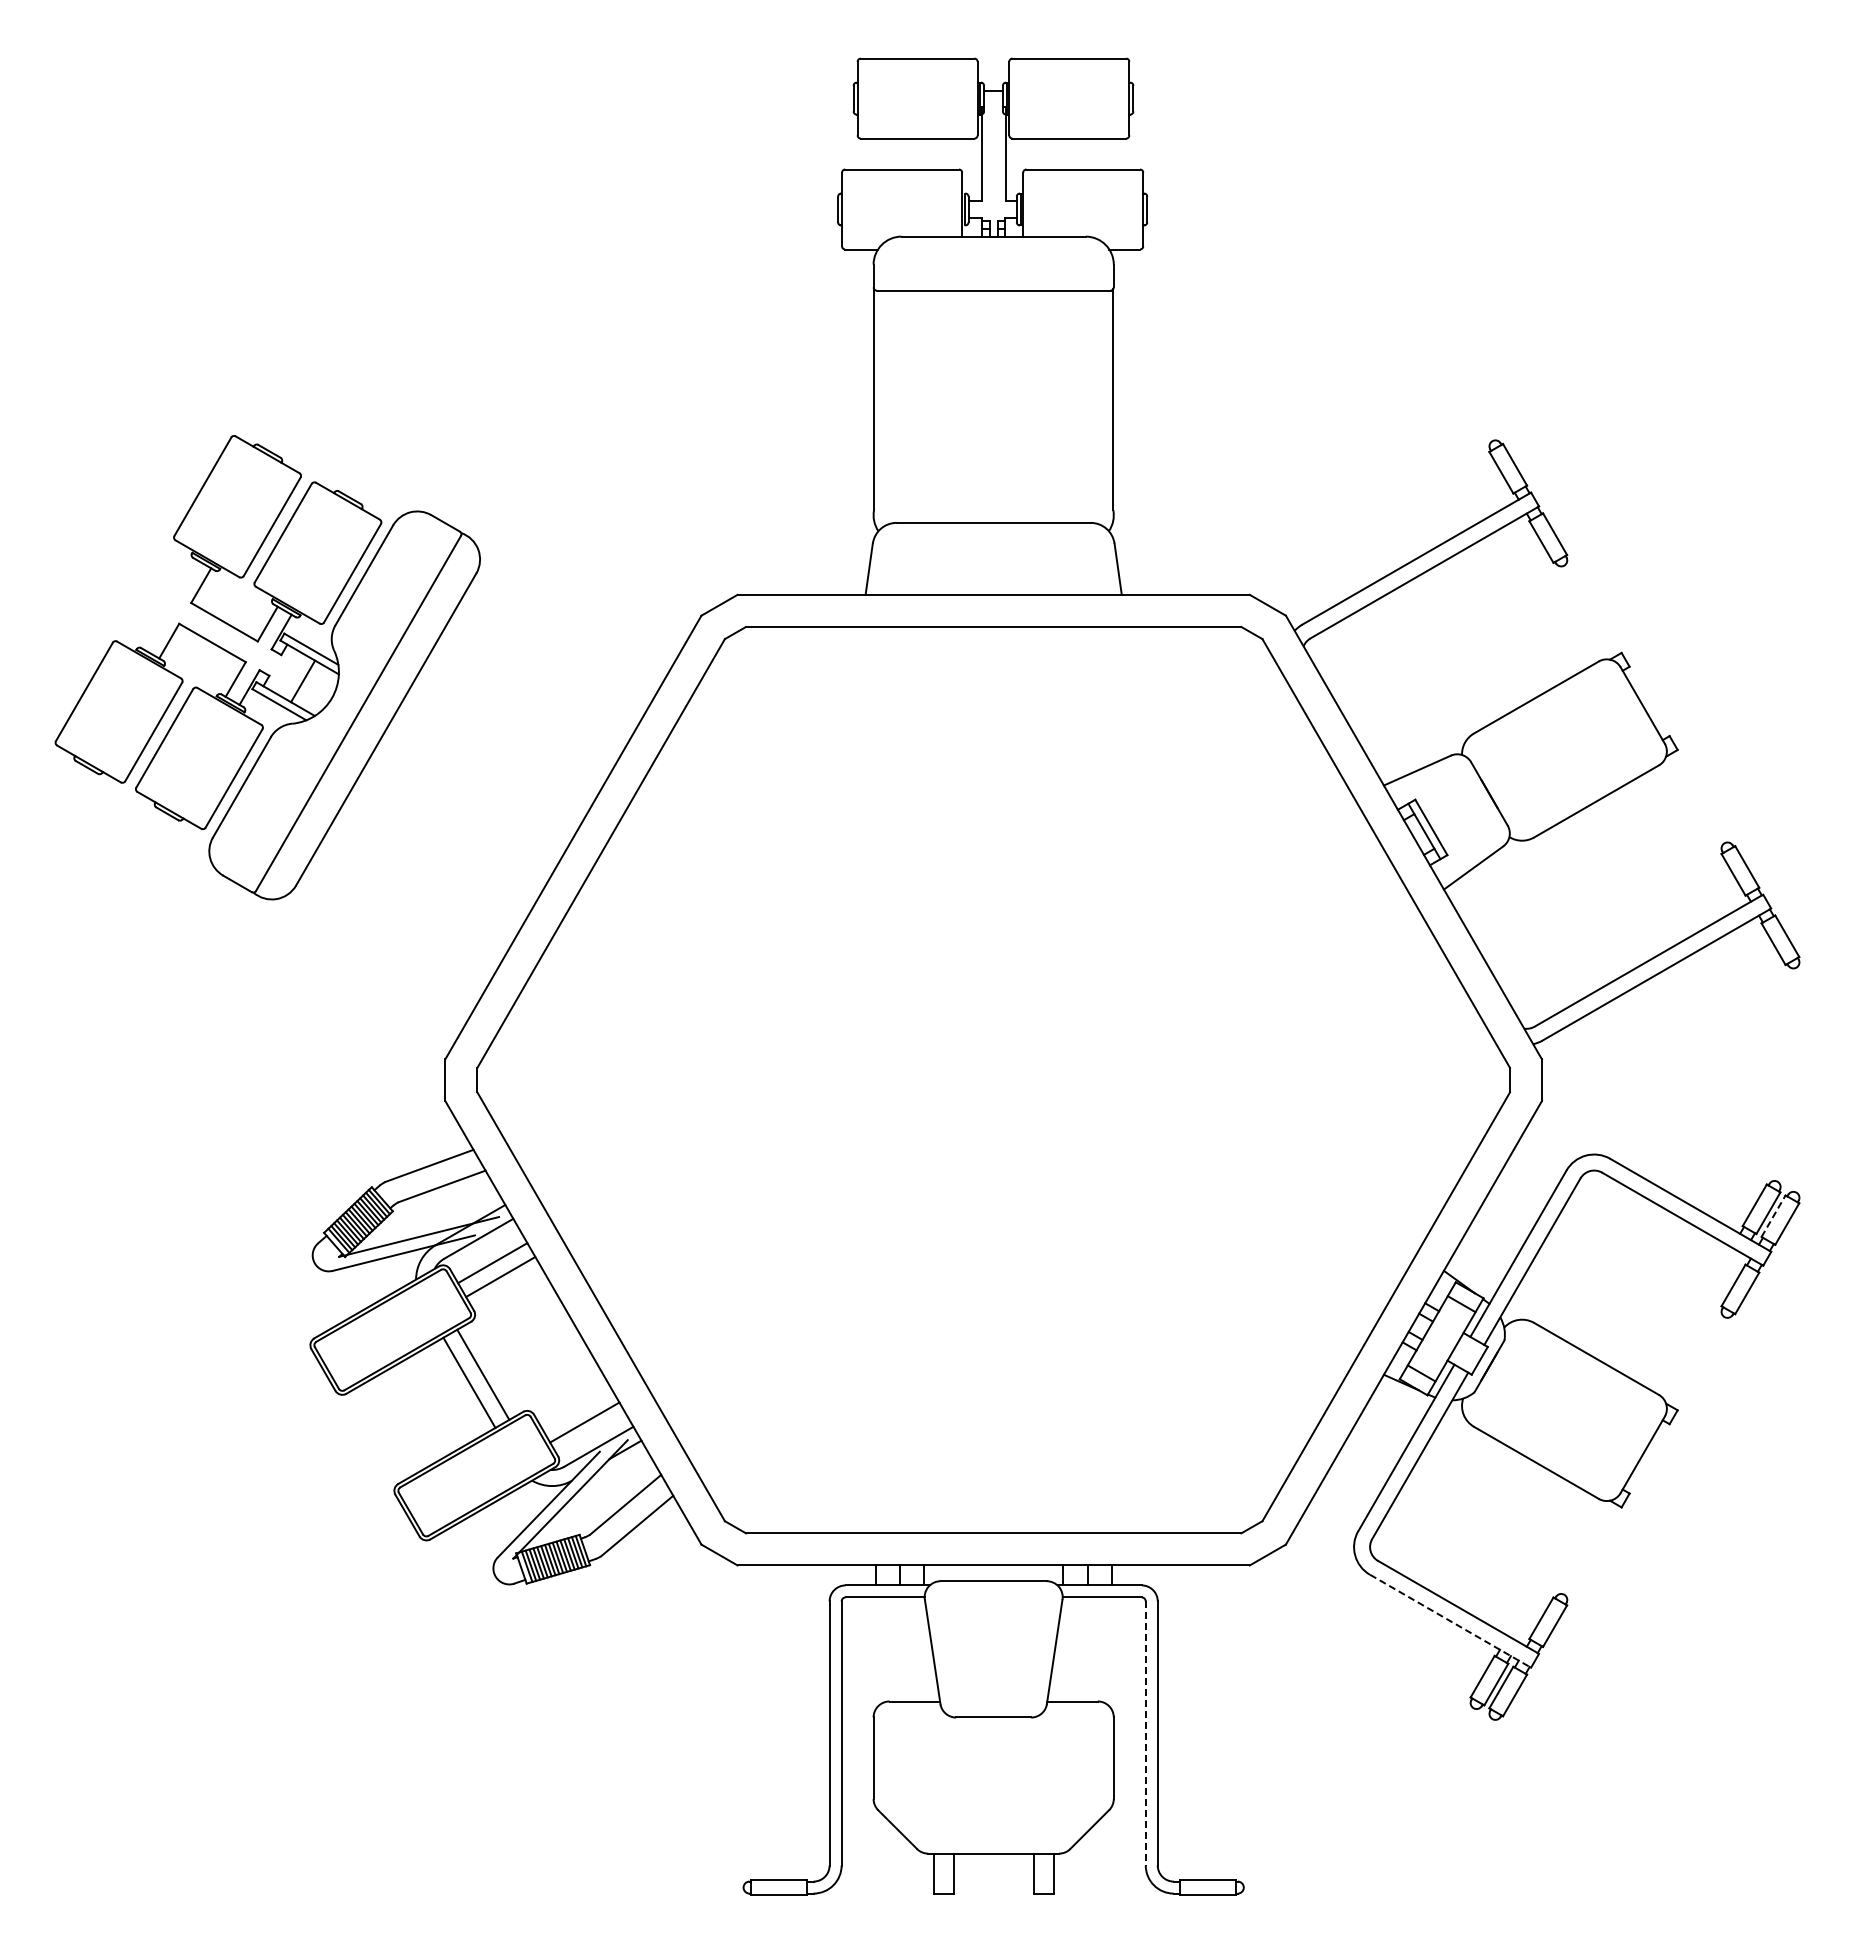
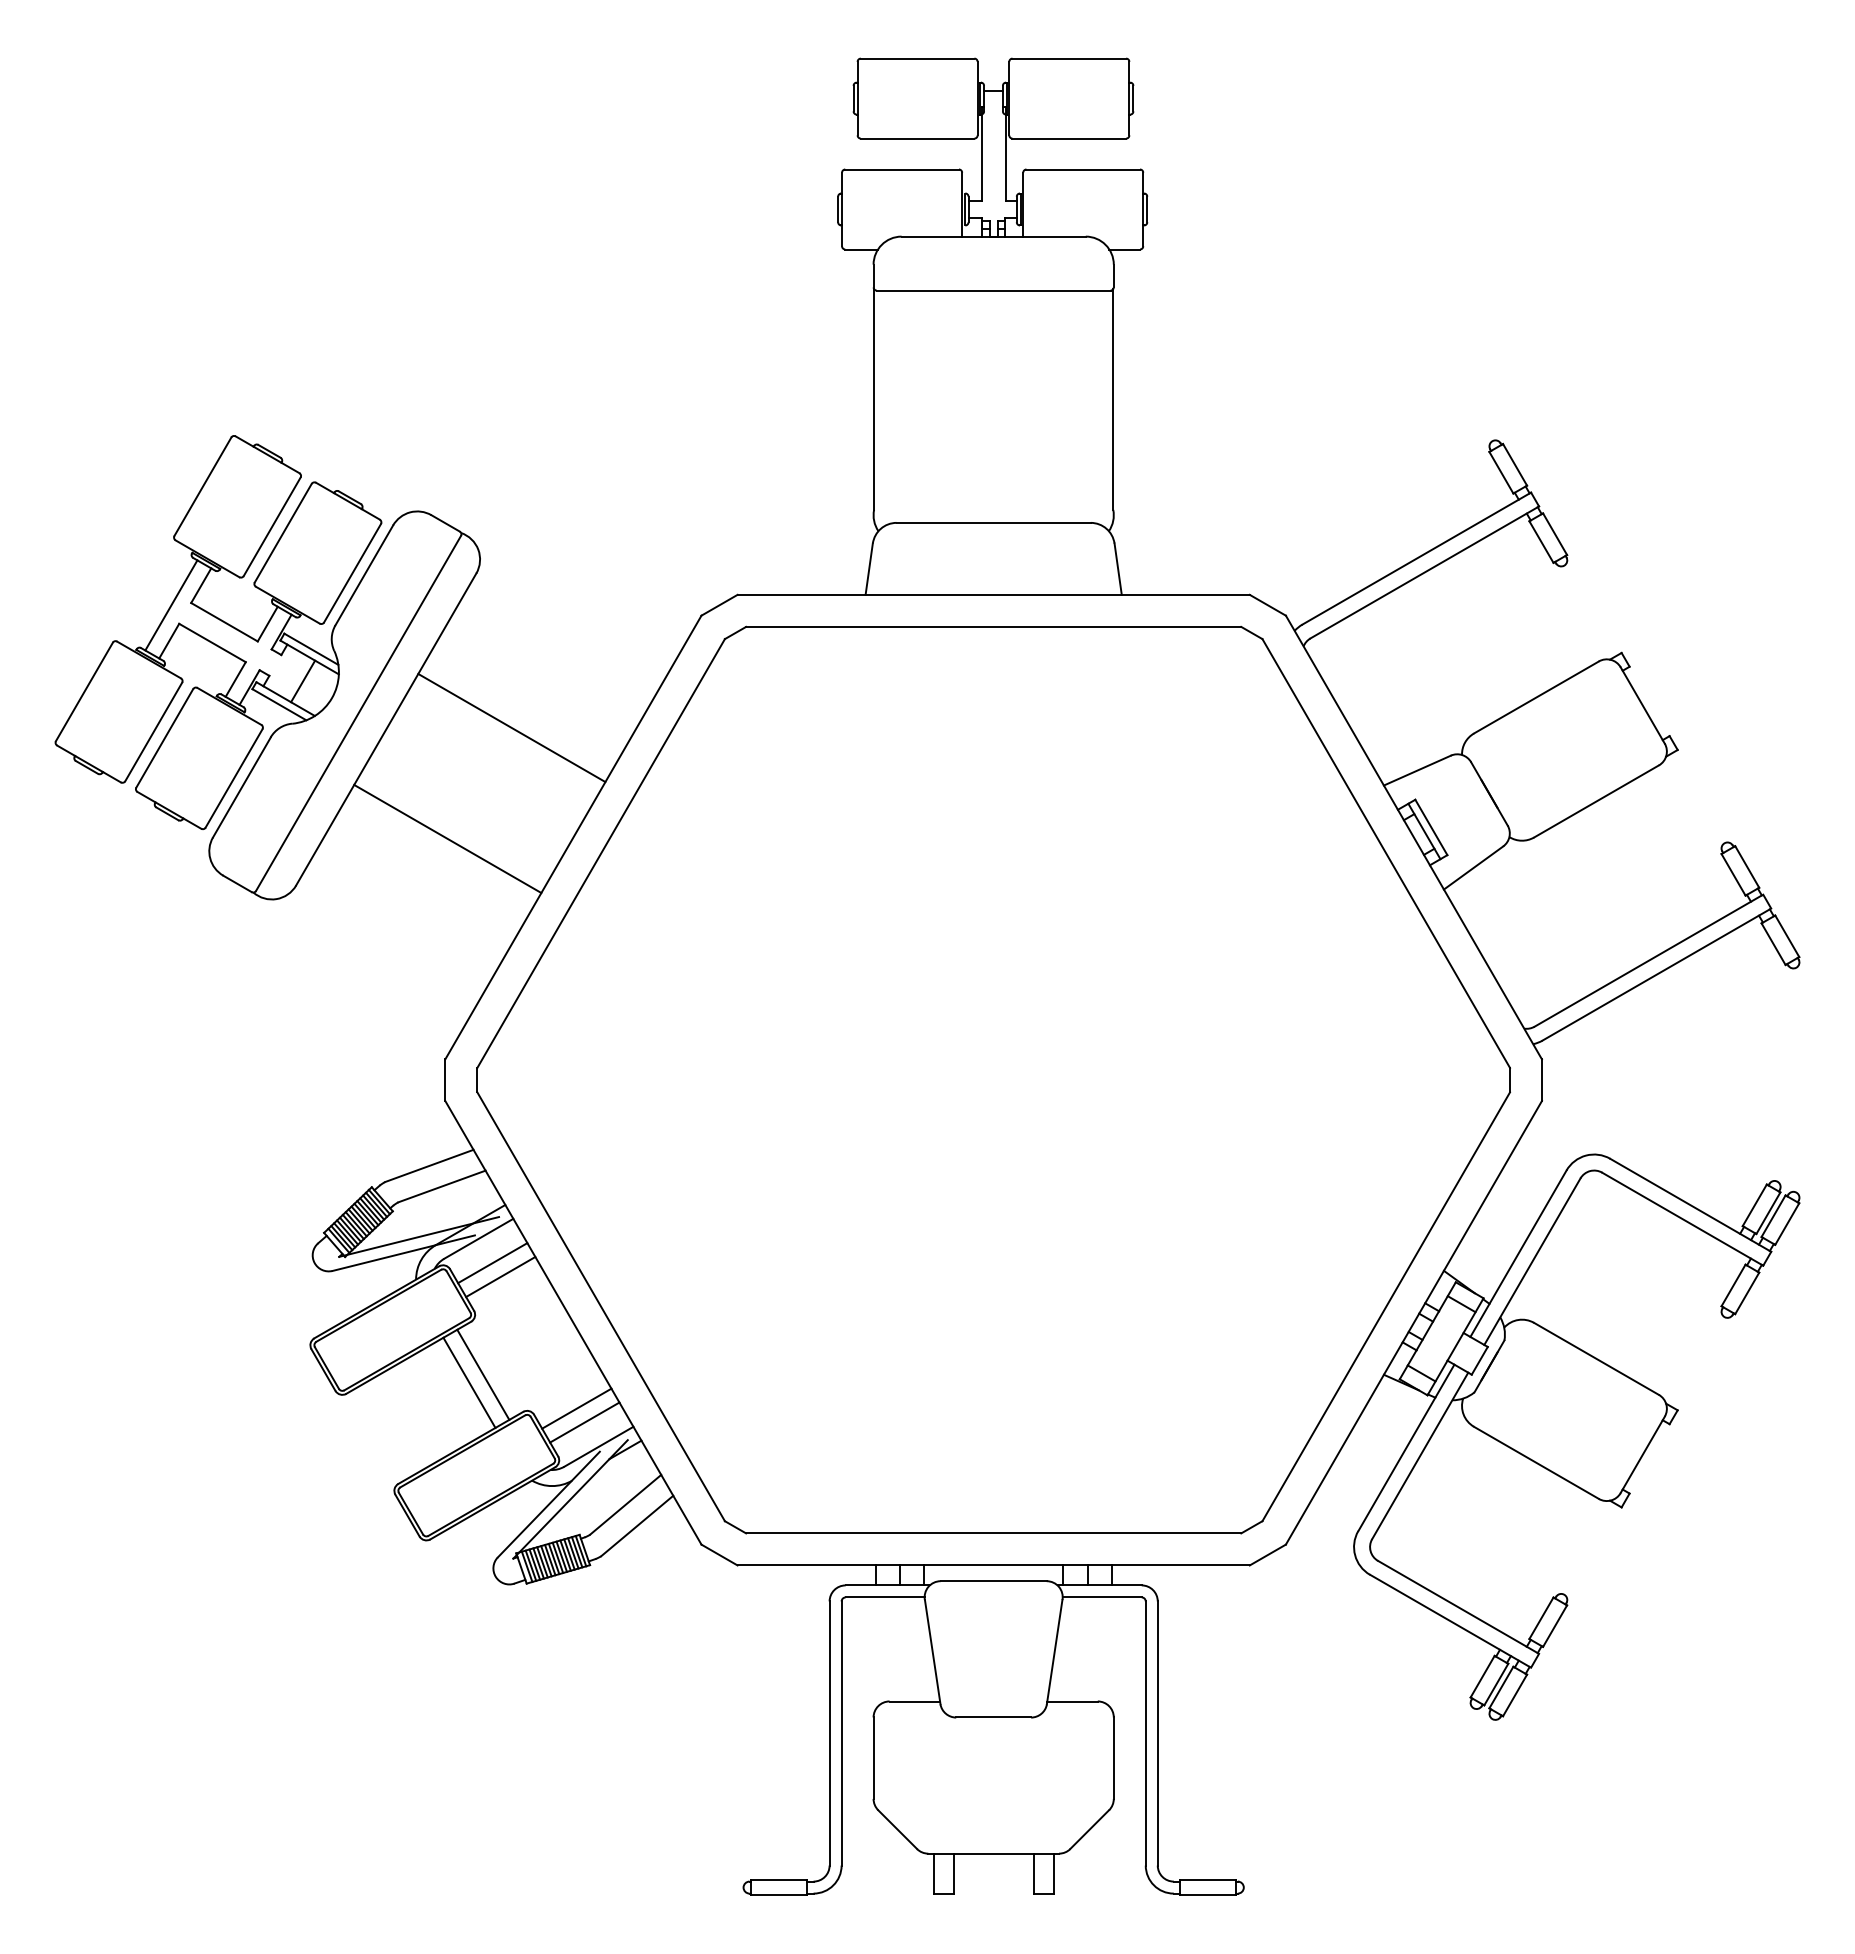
line at (171, 605): none -> present
line at (511, 727): none -> present
line at (447, 838): none -> present
line at (1773, 1215): dashed -> solid
line at (576, 1408): none -> present
line at (1450, 1621): dashed -> solid
line at (1145, 1734): dashed -> solid
